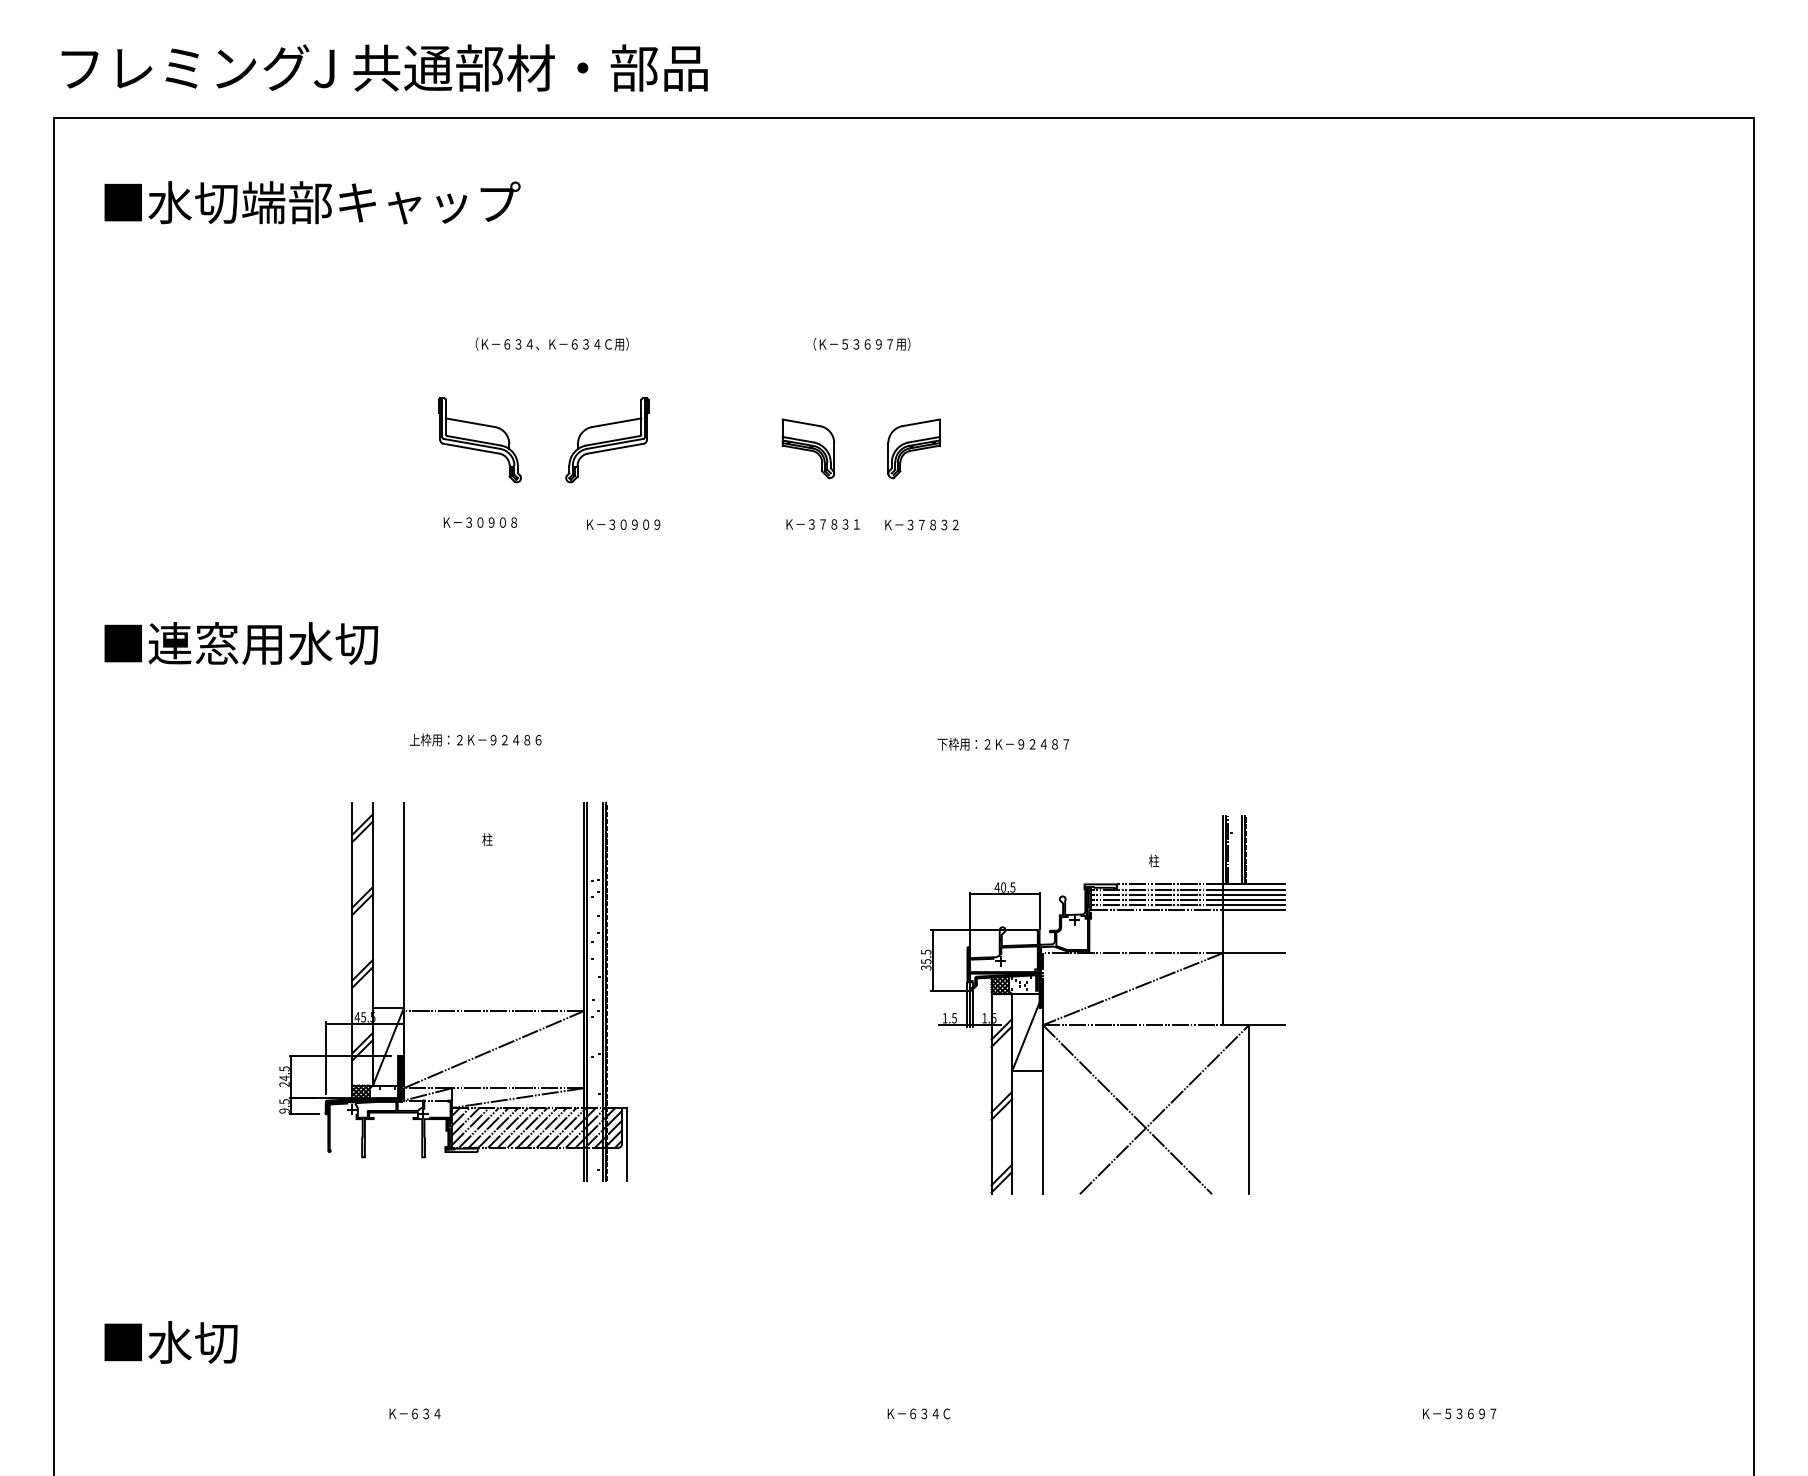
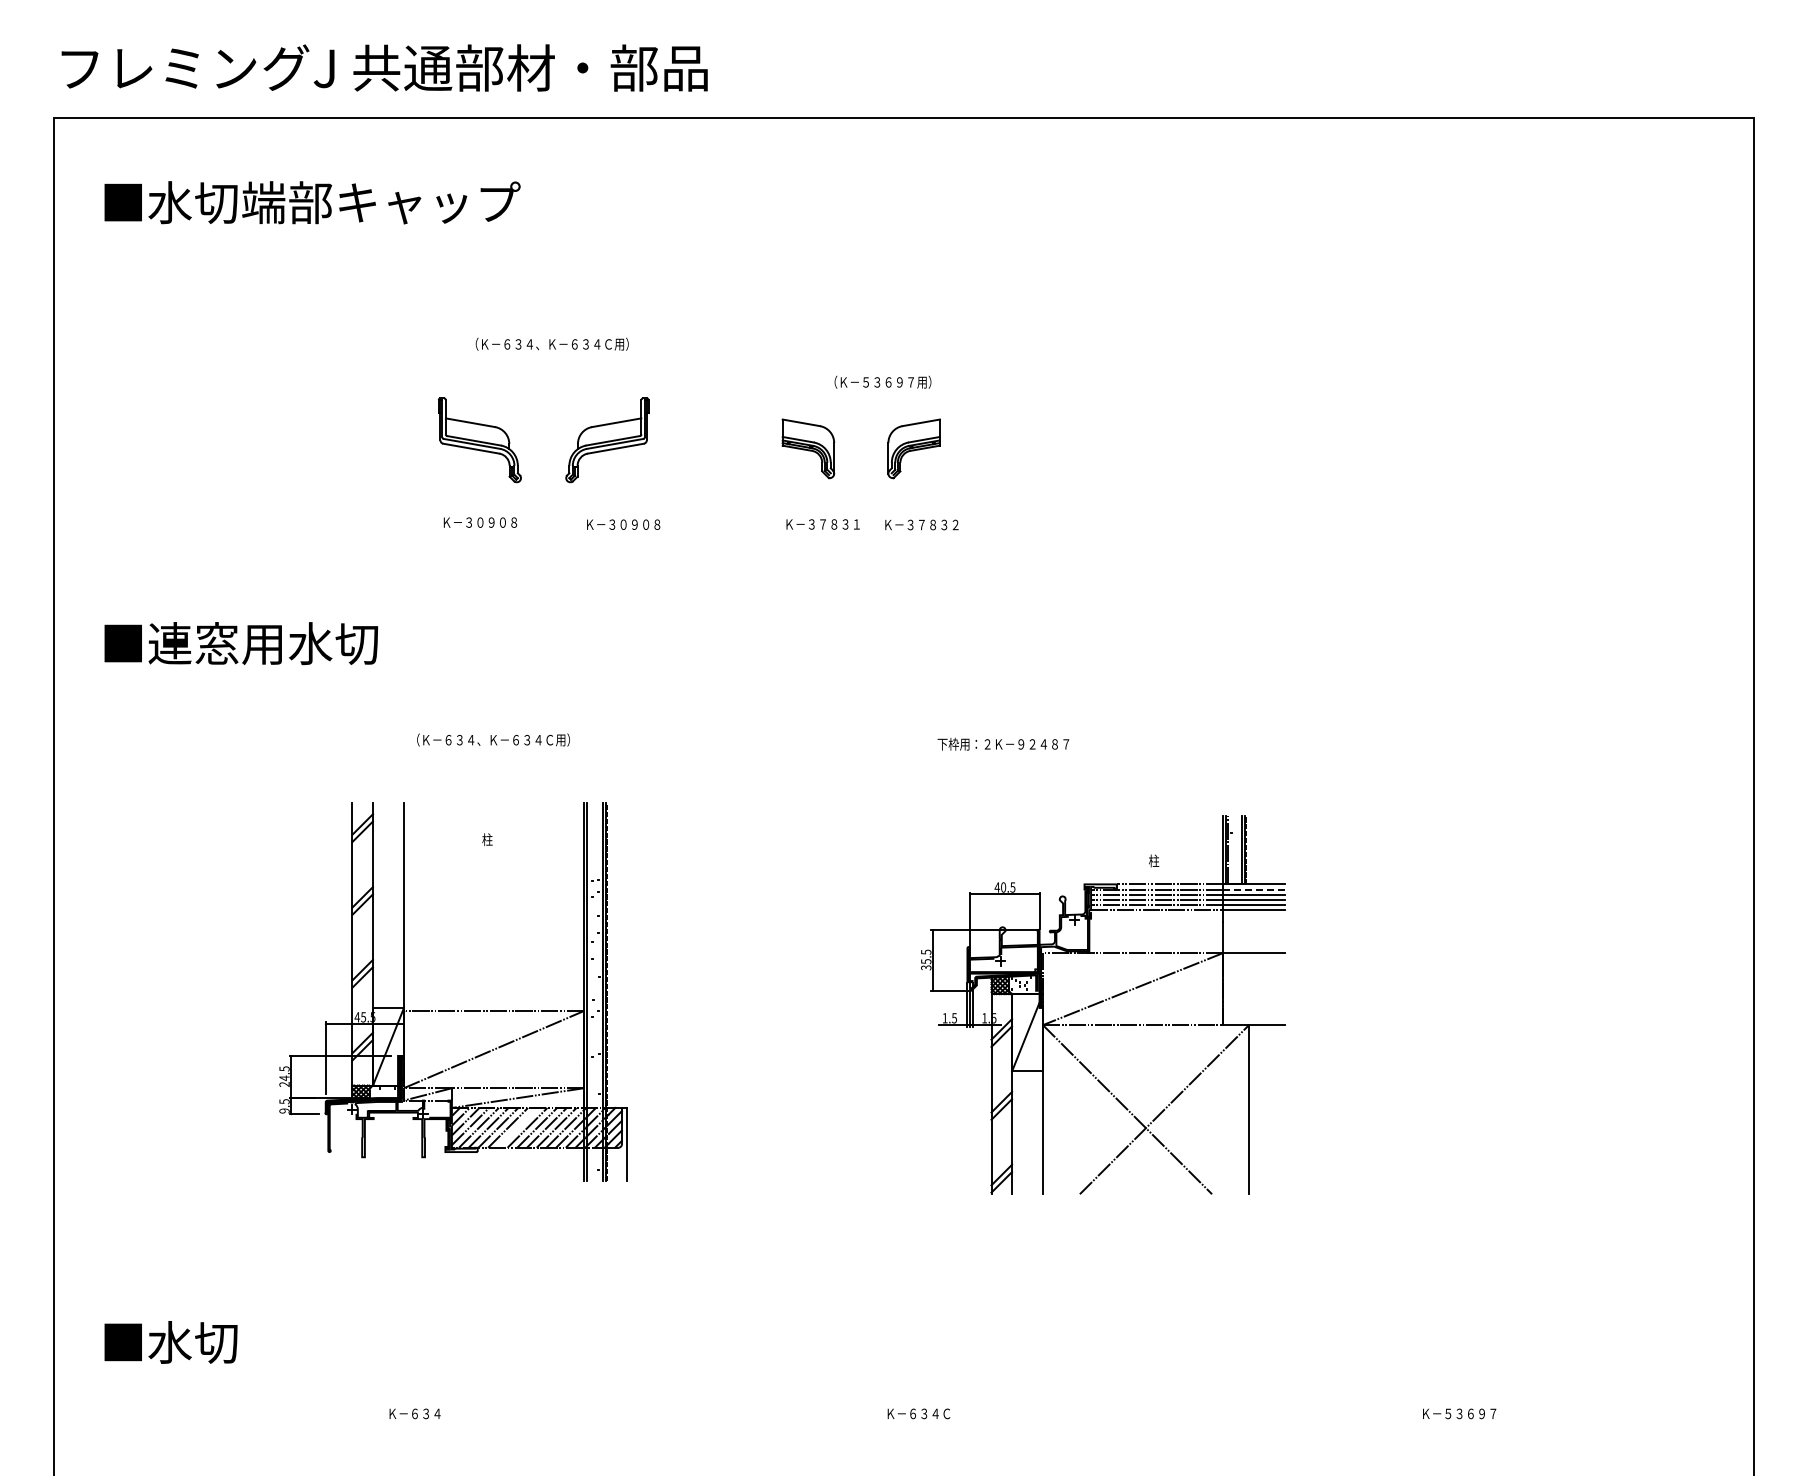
text at (861, 343) position: (861, 343) -> (882, 381)
text at (657, 524): Ｋ－３０９０９ -> Ｋ－３０９０８
text at (489, 739): 上枠用：２Ｋ－９２４８６ -> （Ｋ－６３４、Ｋ－６３４Ｃ用）
line at (1254, 889): solid -> dashed
line at (517, 1127): present -> none
